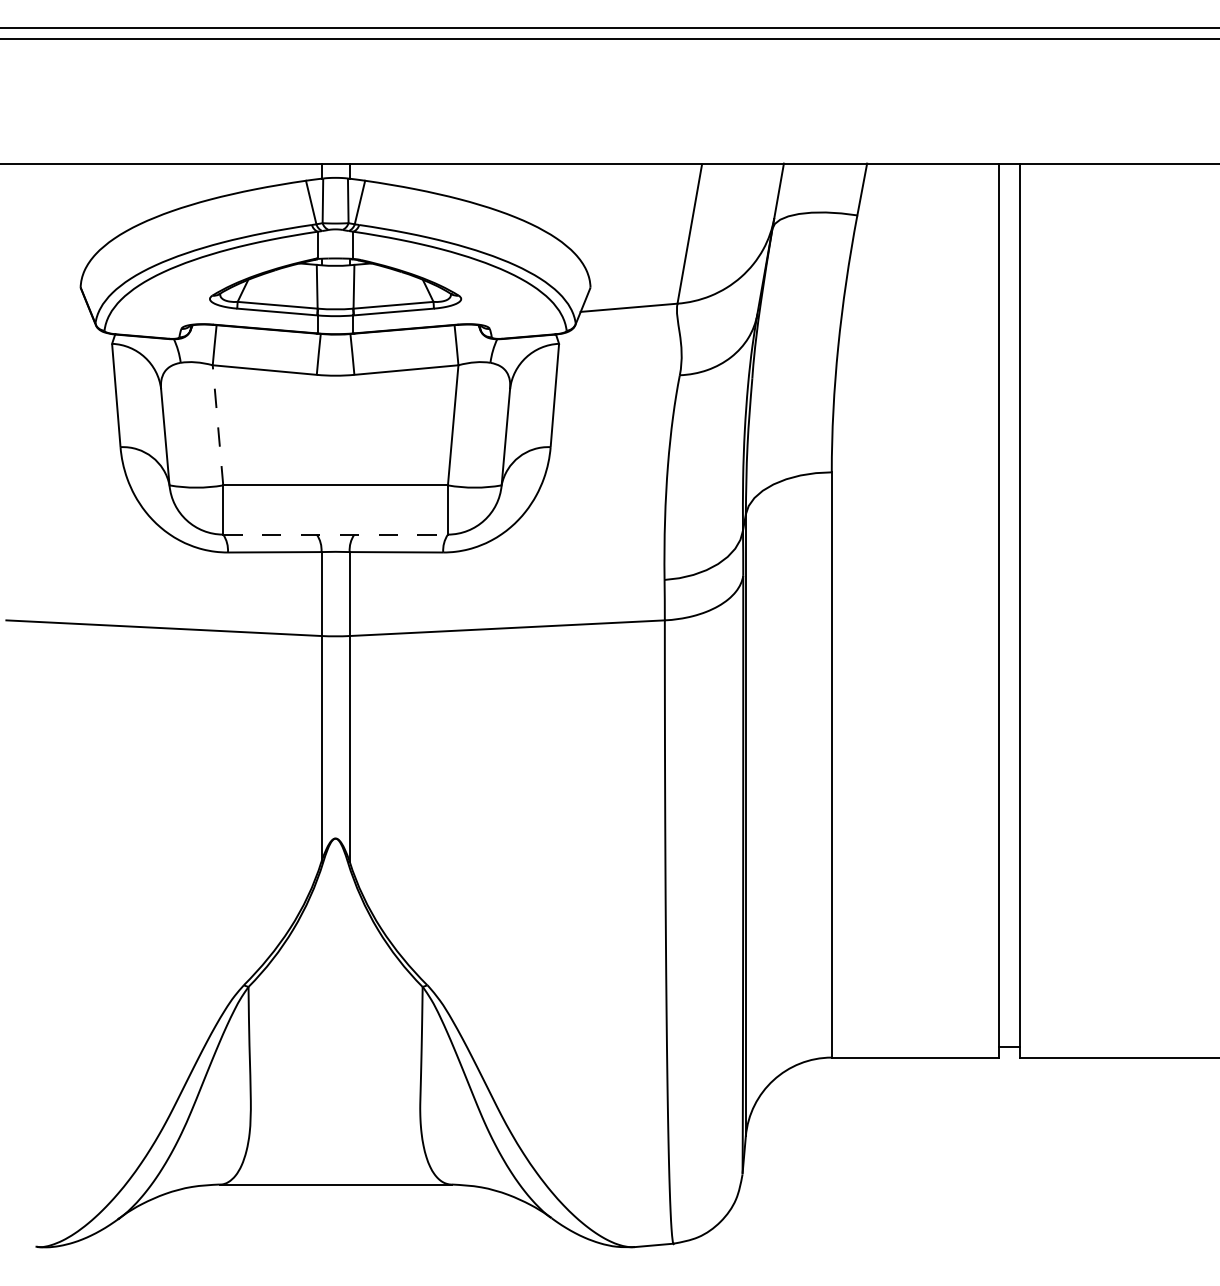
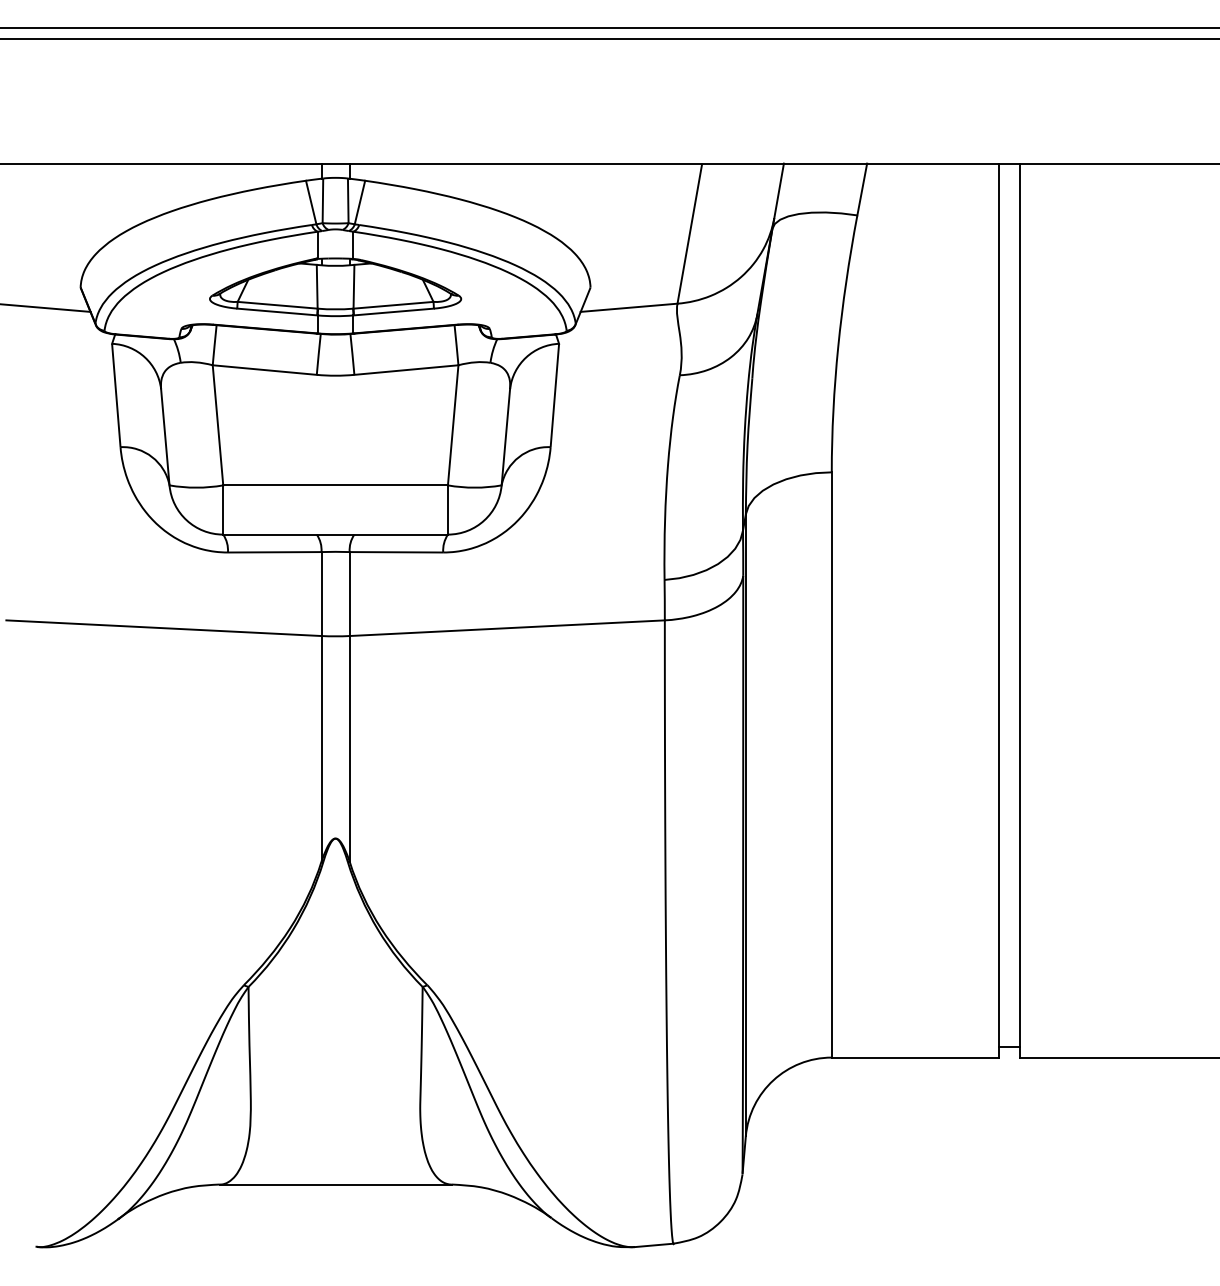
line at (46, 307): none -> present
line at (217, 424): dashed -> solid
line at (336, 534): dashed -> solid
